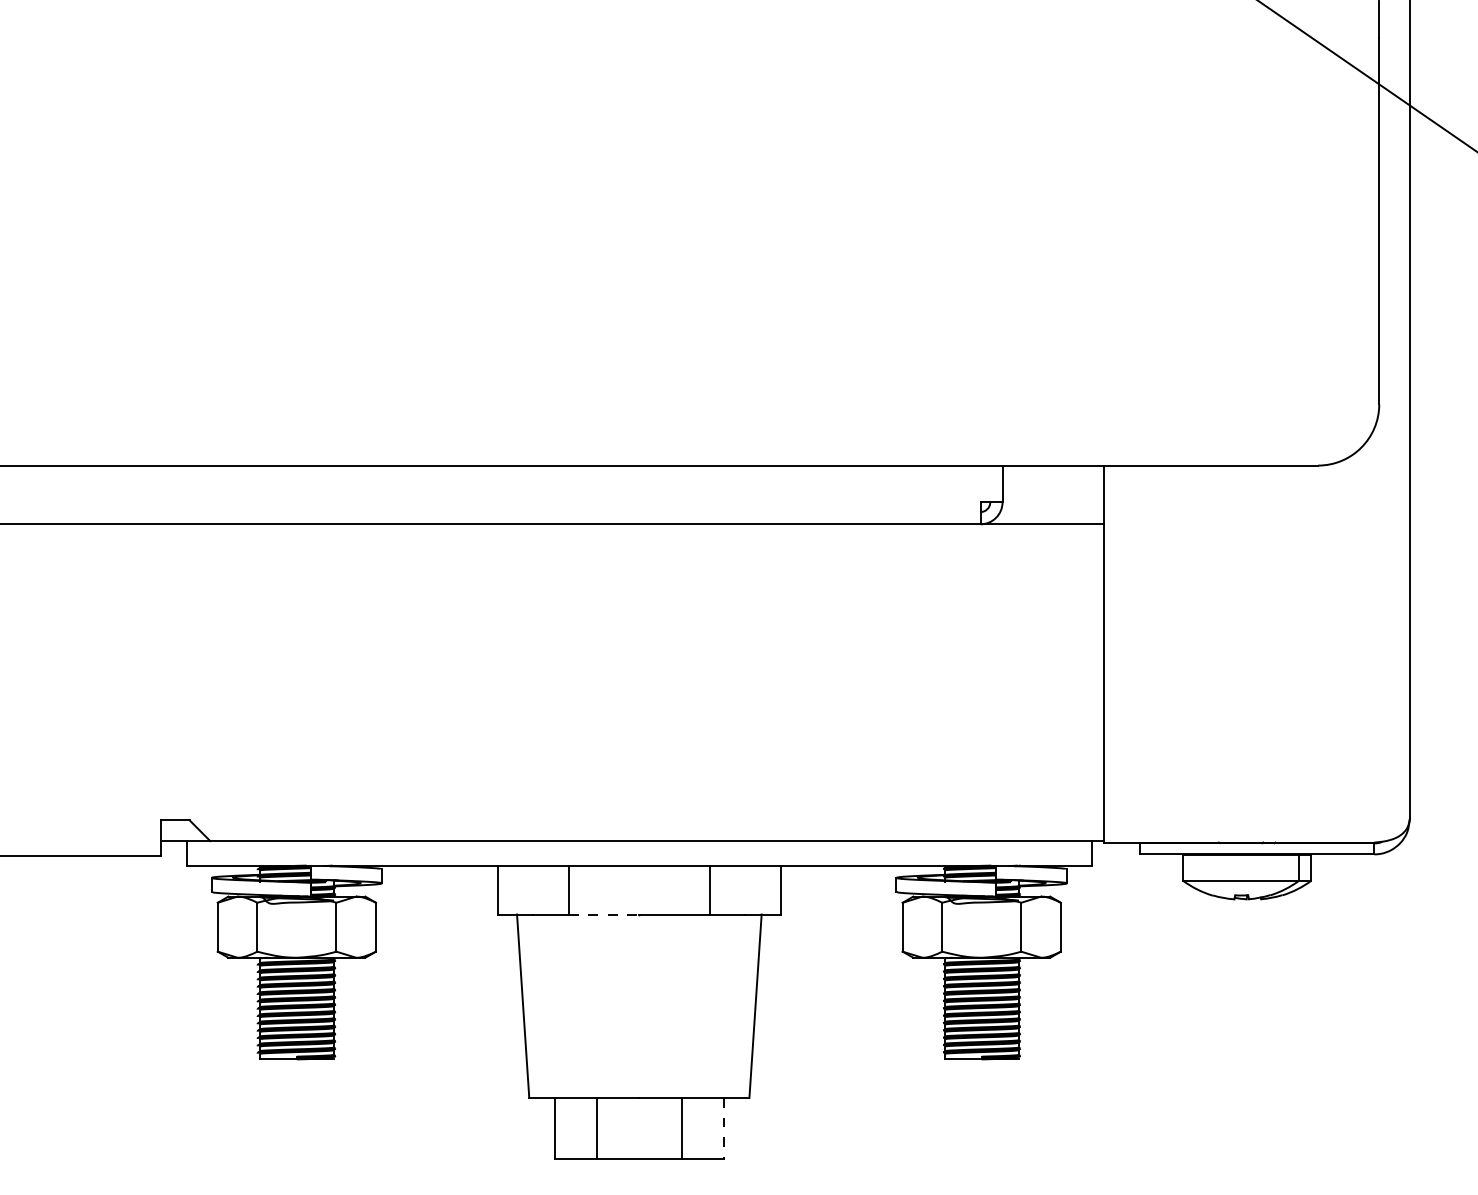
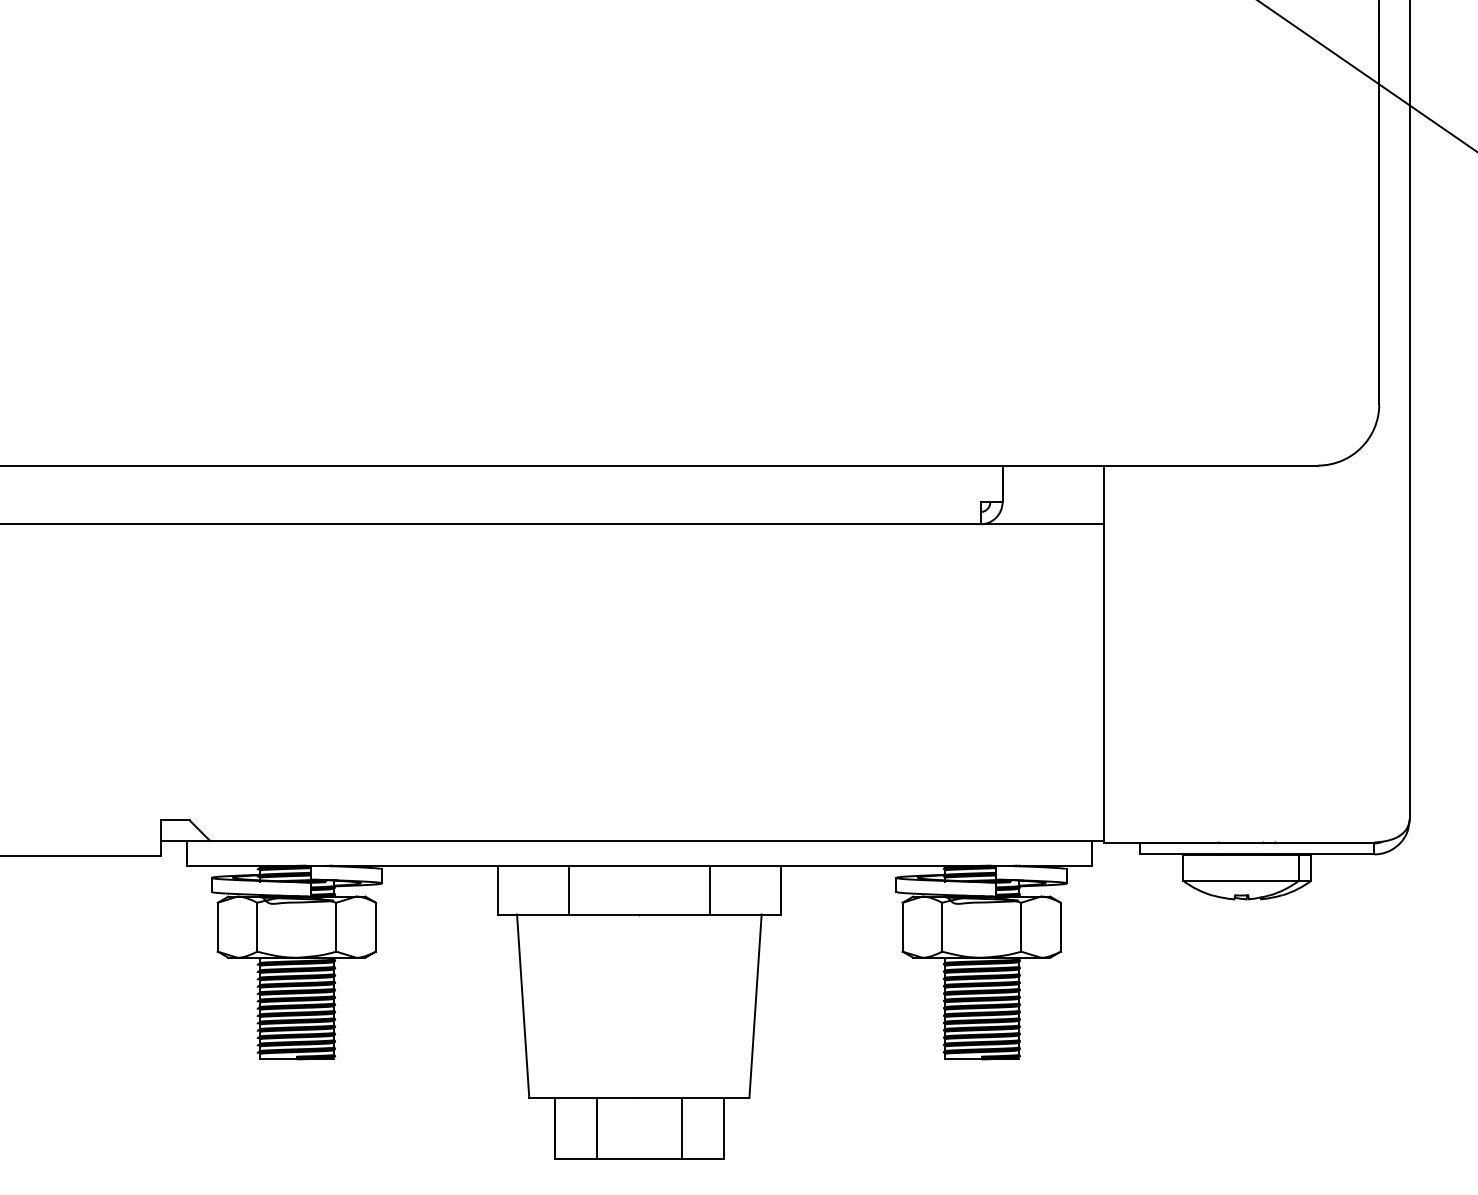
line at (604, 914): dashed -> solid
line at (724, 1128): dashed -> solid
